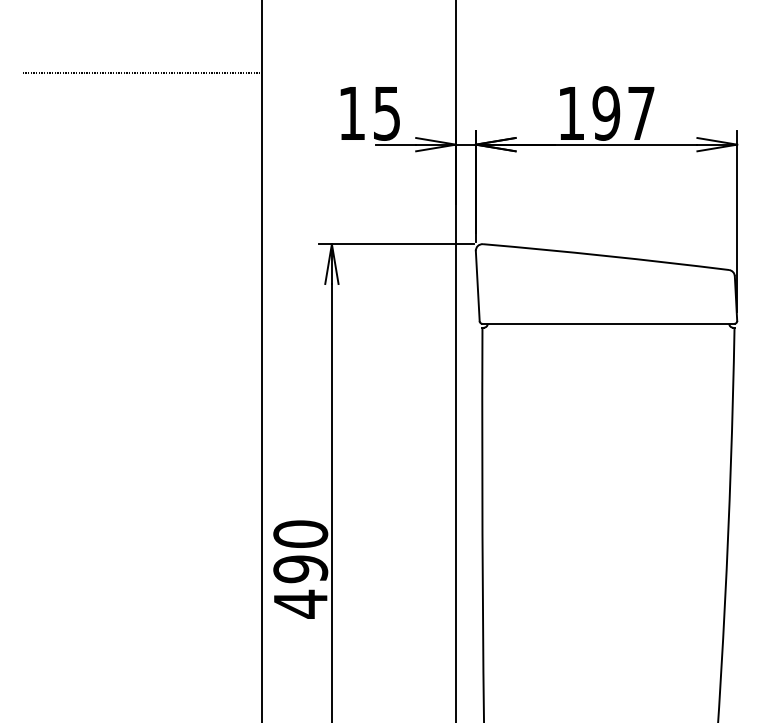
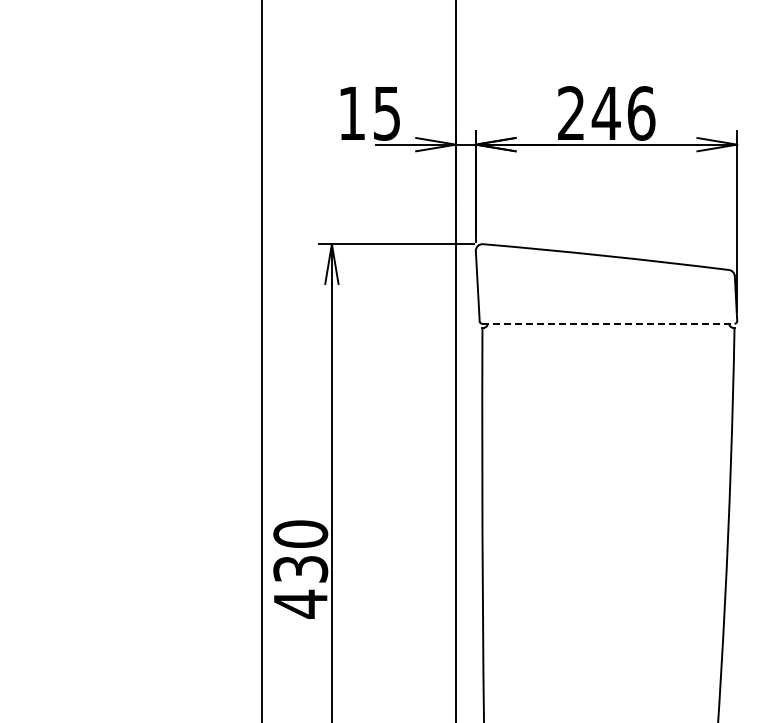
line at (141, 73): present -> none
text at (606, 113): 197 -> 246
line at (608, 323): solid -> dashed
text at (300, 569): 490 -> 430
